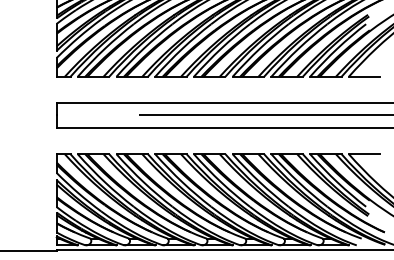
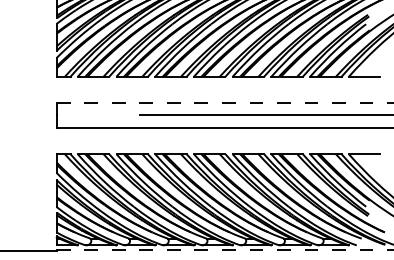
line at (225, 102): solid -> dashed
line at (225, 250): solid -> dashed
